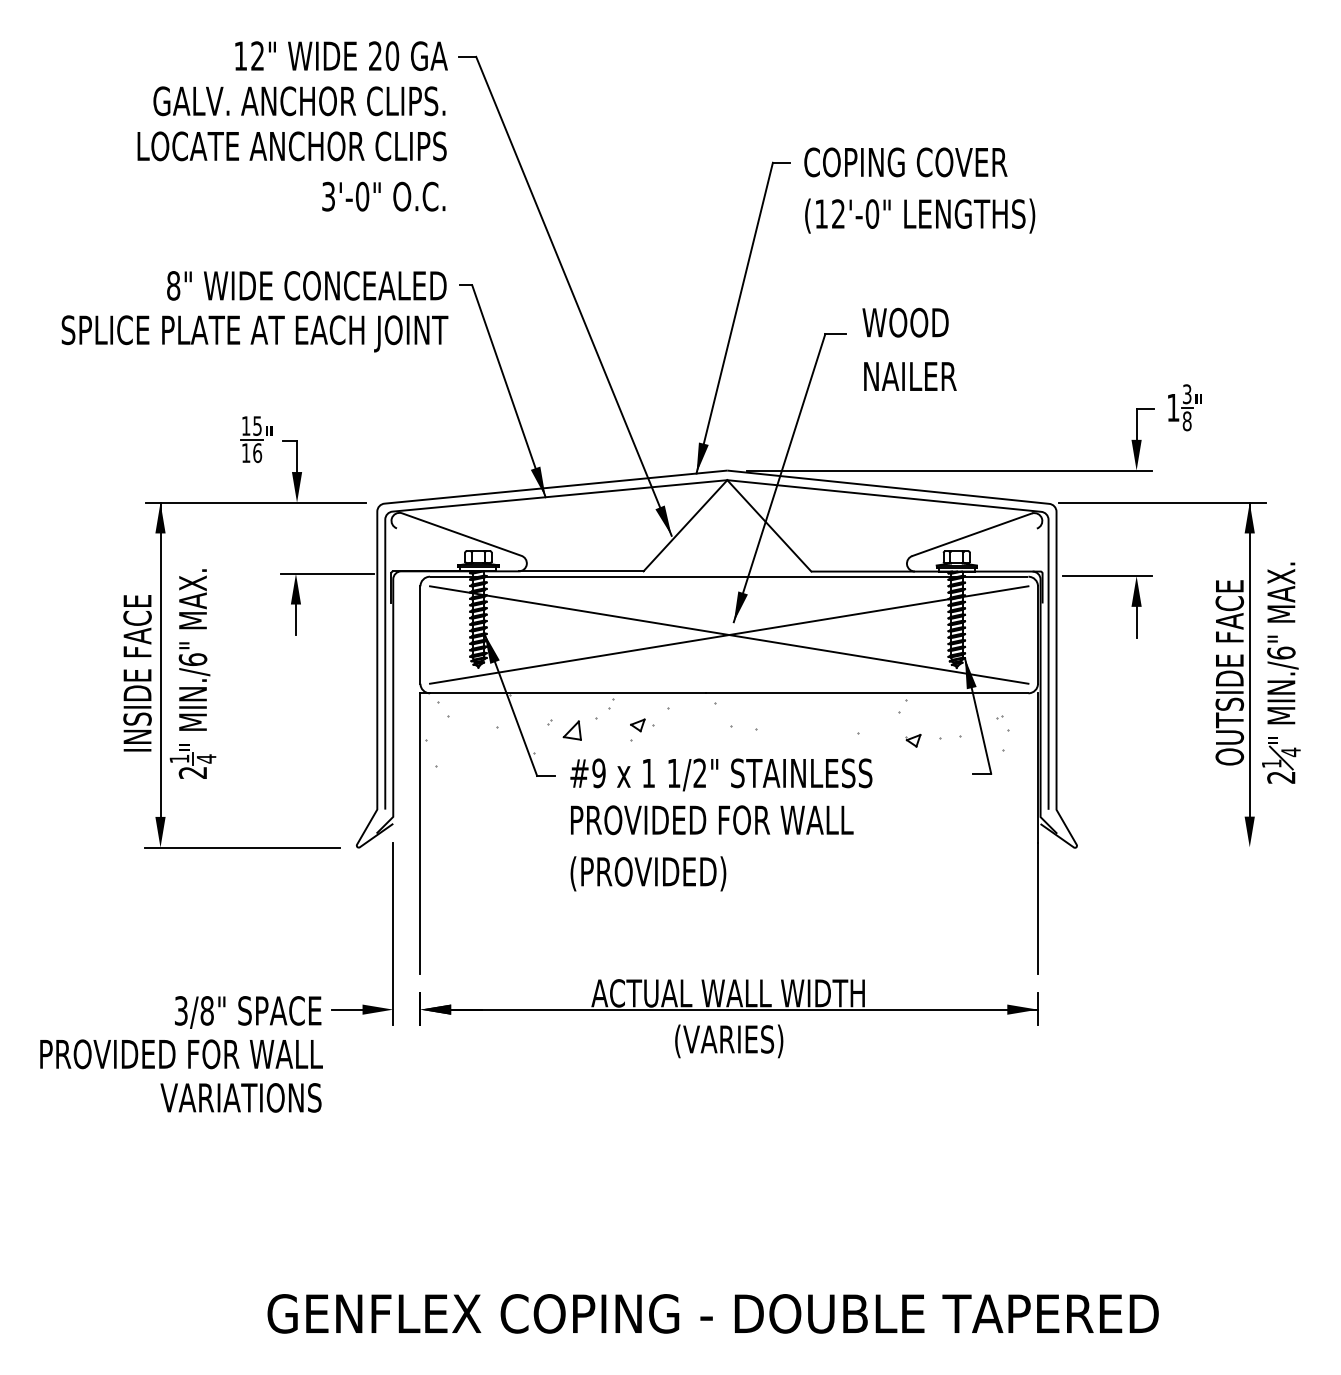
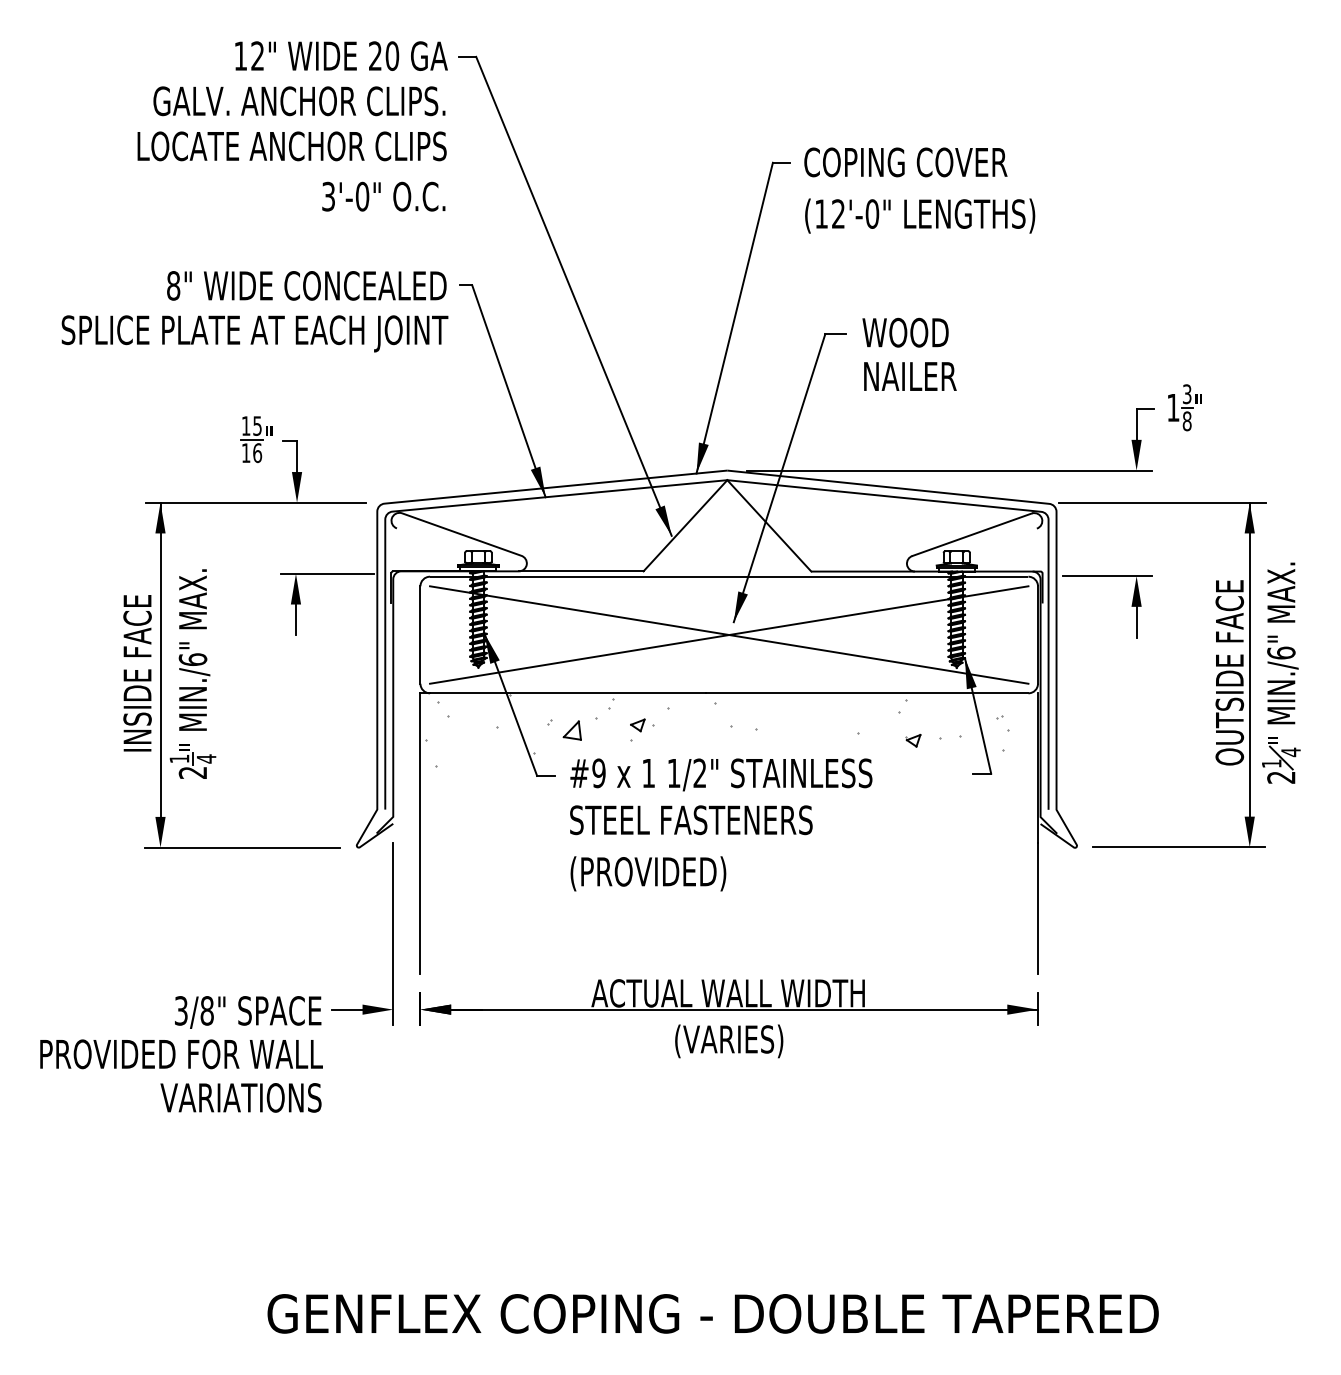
text at (905, 322) position: (905, 322) -> (905, 332)
text at (711, 820): PROVIDED FOR WALL -> STEEL FASTENERS
line at (1178, 847): none -> present
